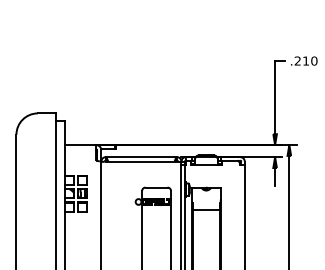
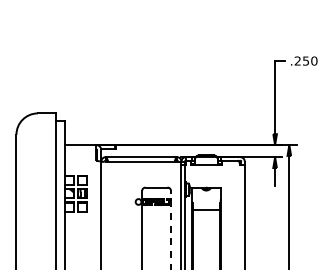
text at (306, 60): .210 -> .250
line at (171, 229): solid -> dashed
